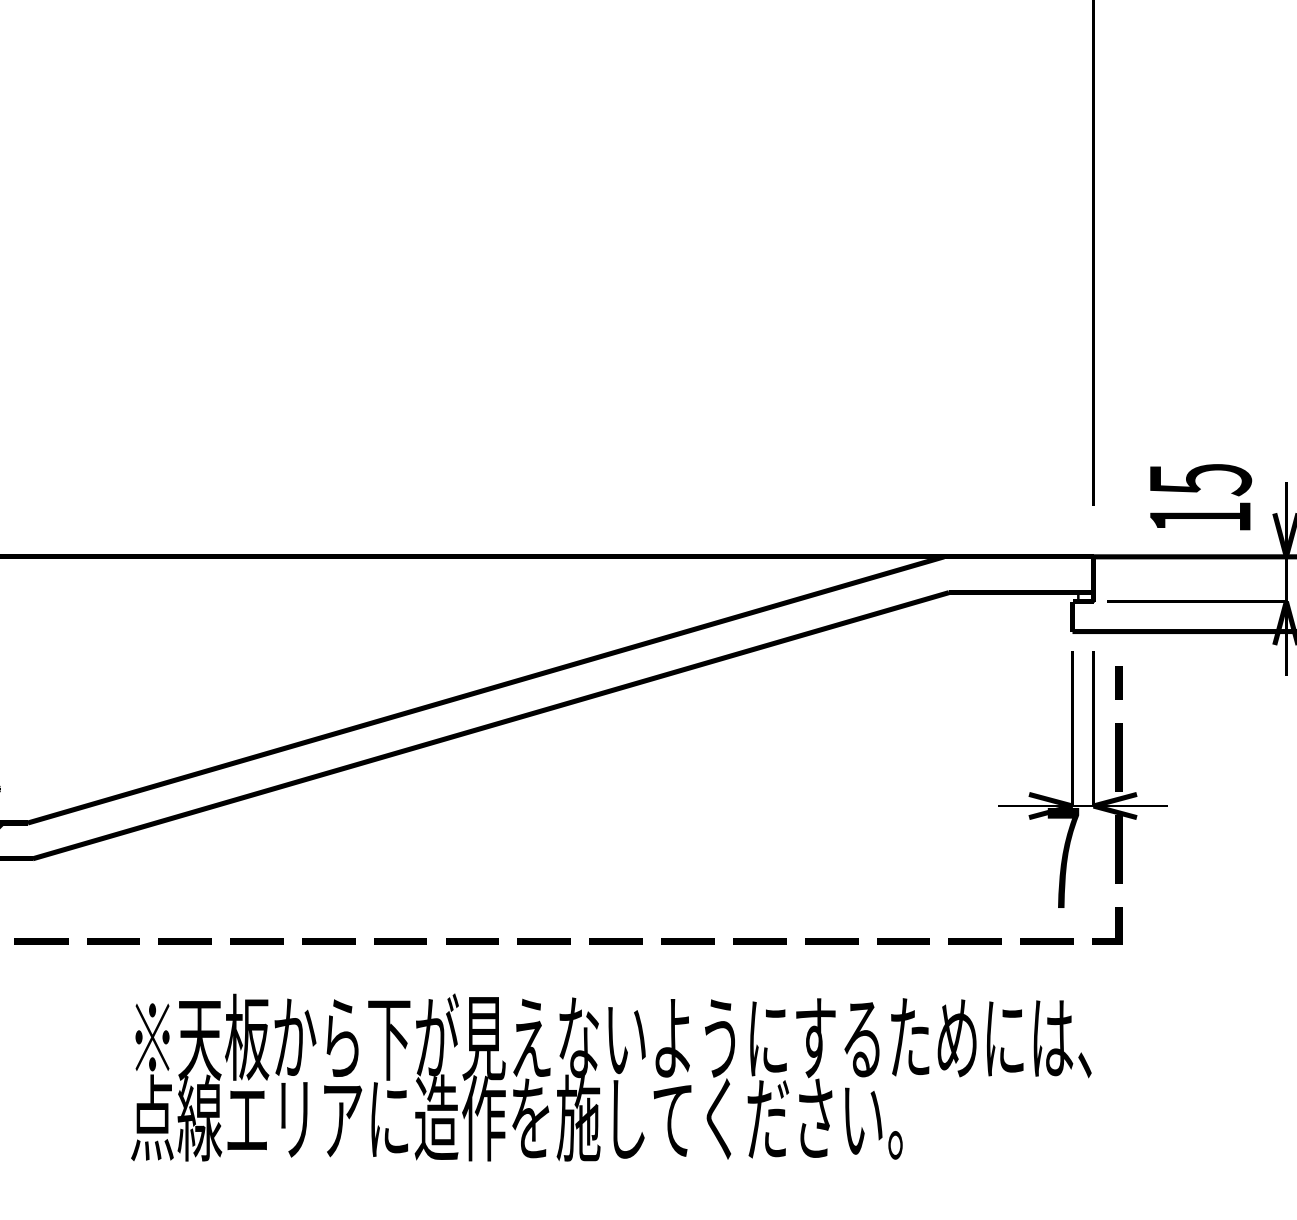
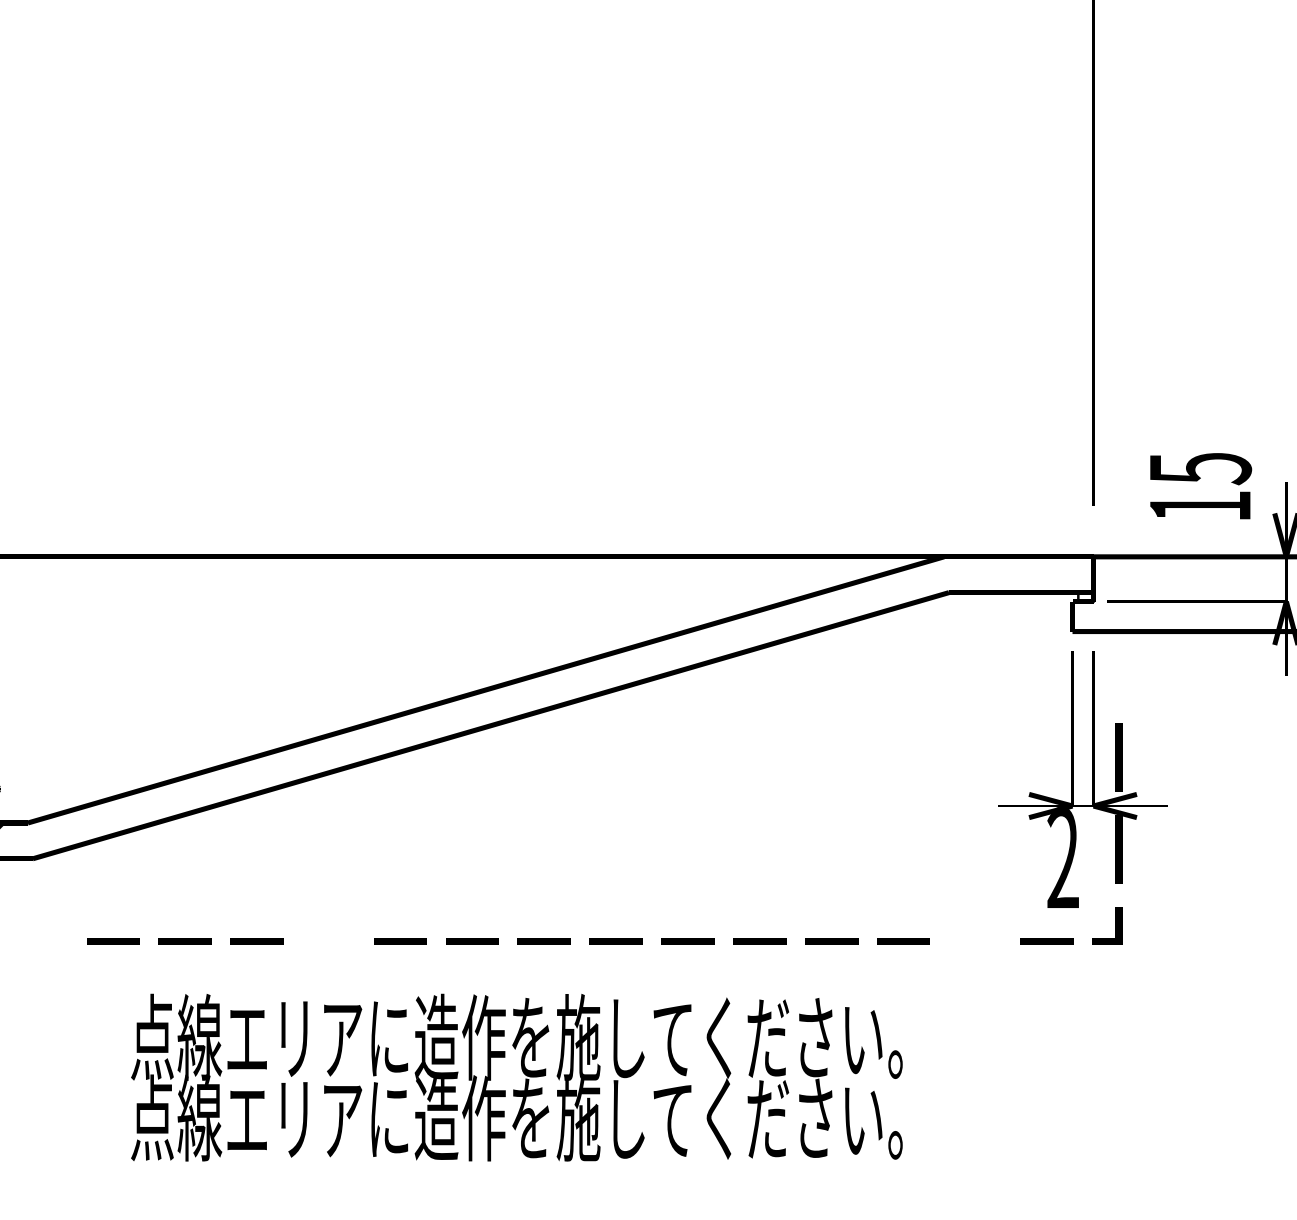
text at (1201, 497) position: (1201, 497) -> (1201, 486)
line at (1118, 682): present -> none
text at (1063, 857): 7 -> 2
line at (41, 941): present -> none
line at (328, 941): present -> none
line at (974, 941): present -> none
text at (611, 1036): ※天板から下が見えないようにするためには、 -> 点線エリアに造作を施してください。
